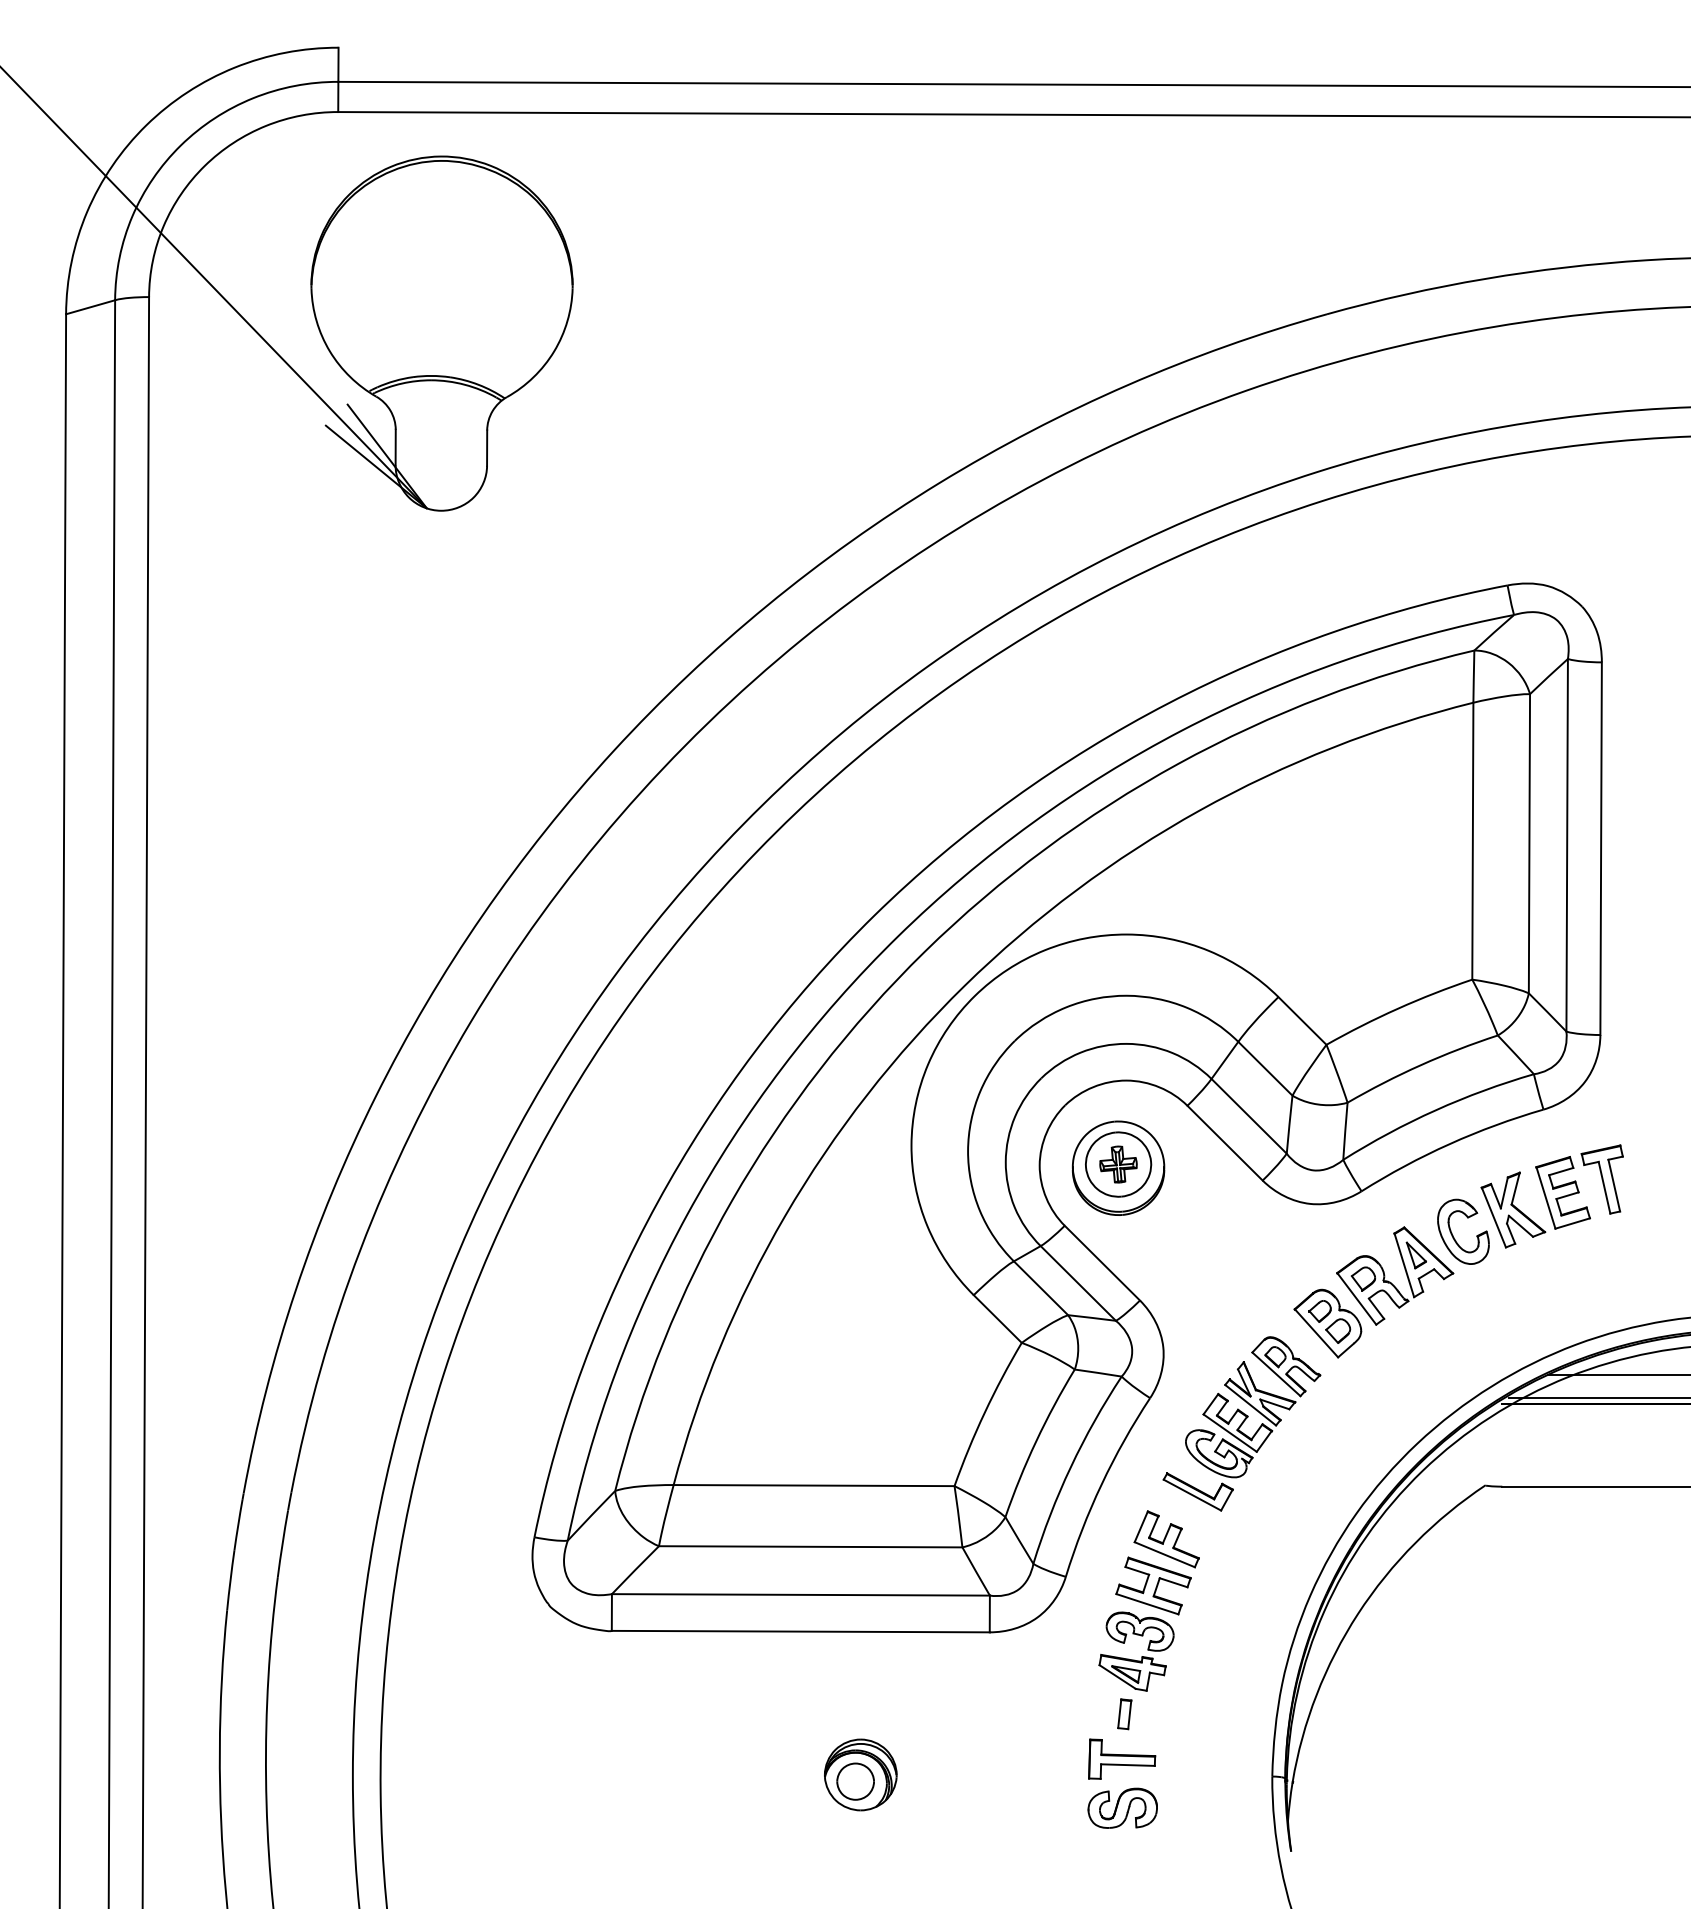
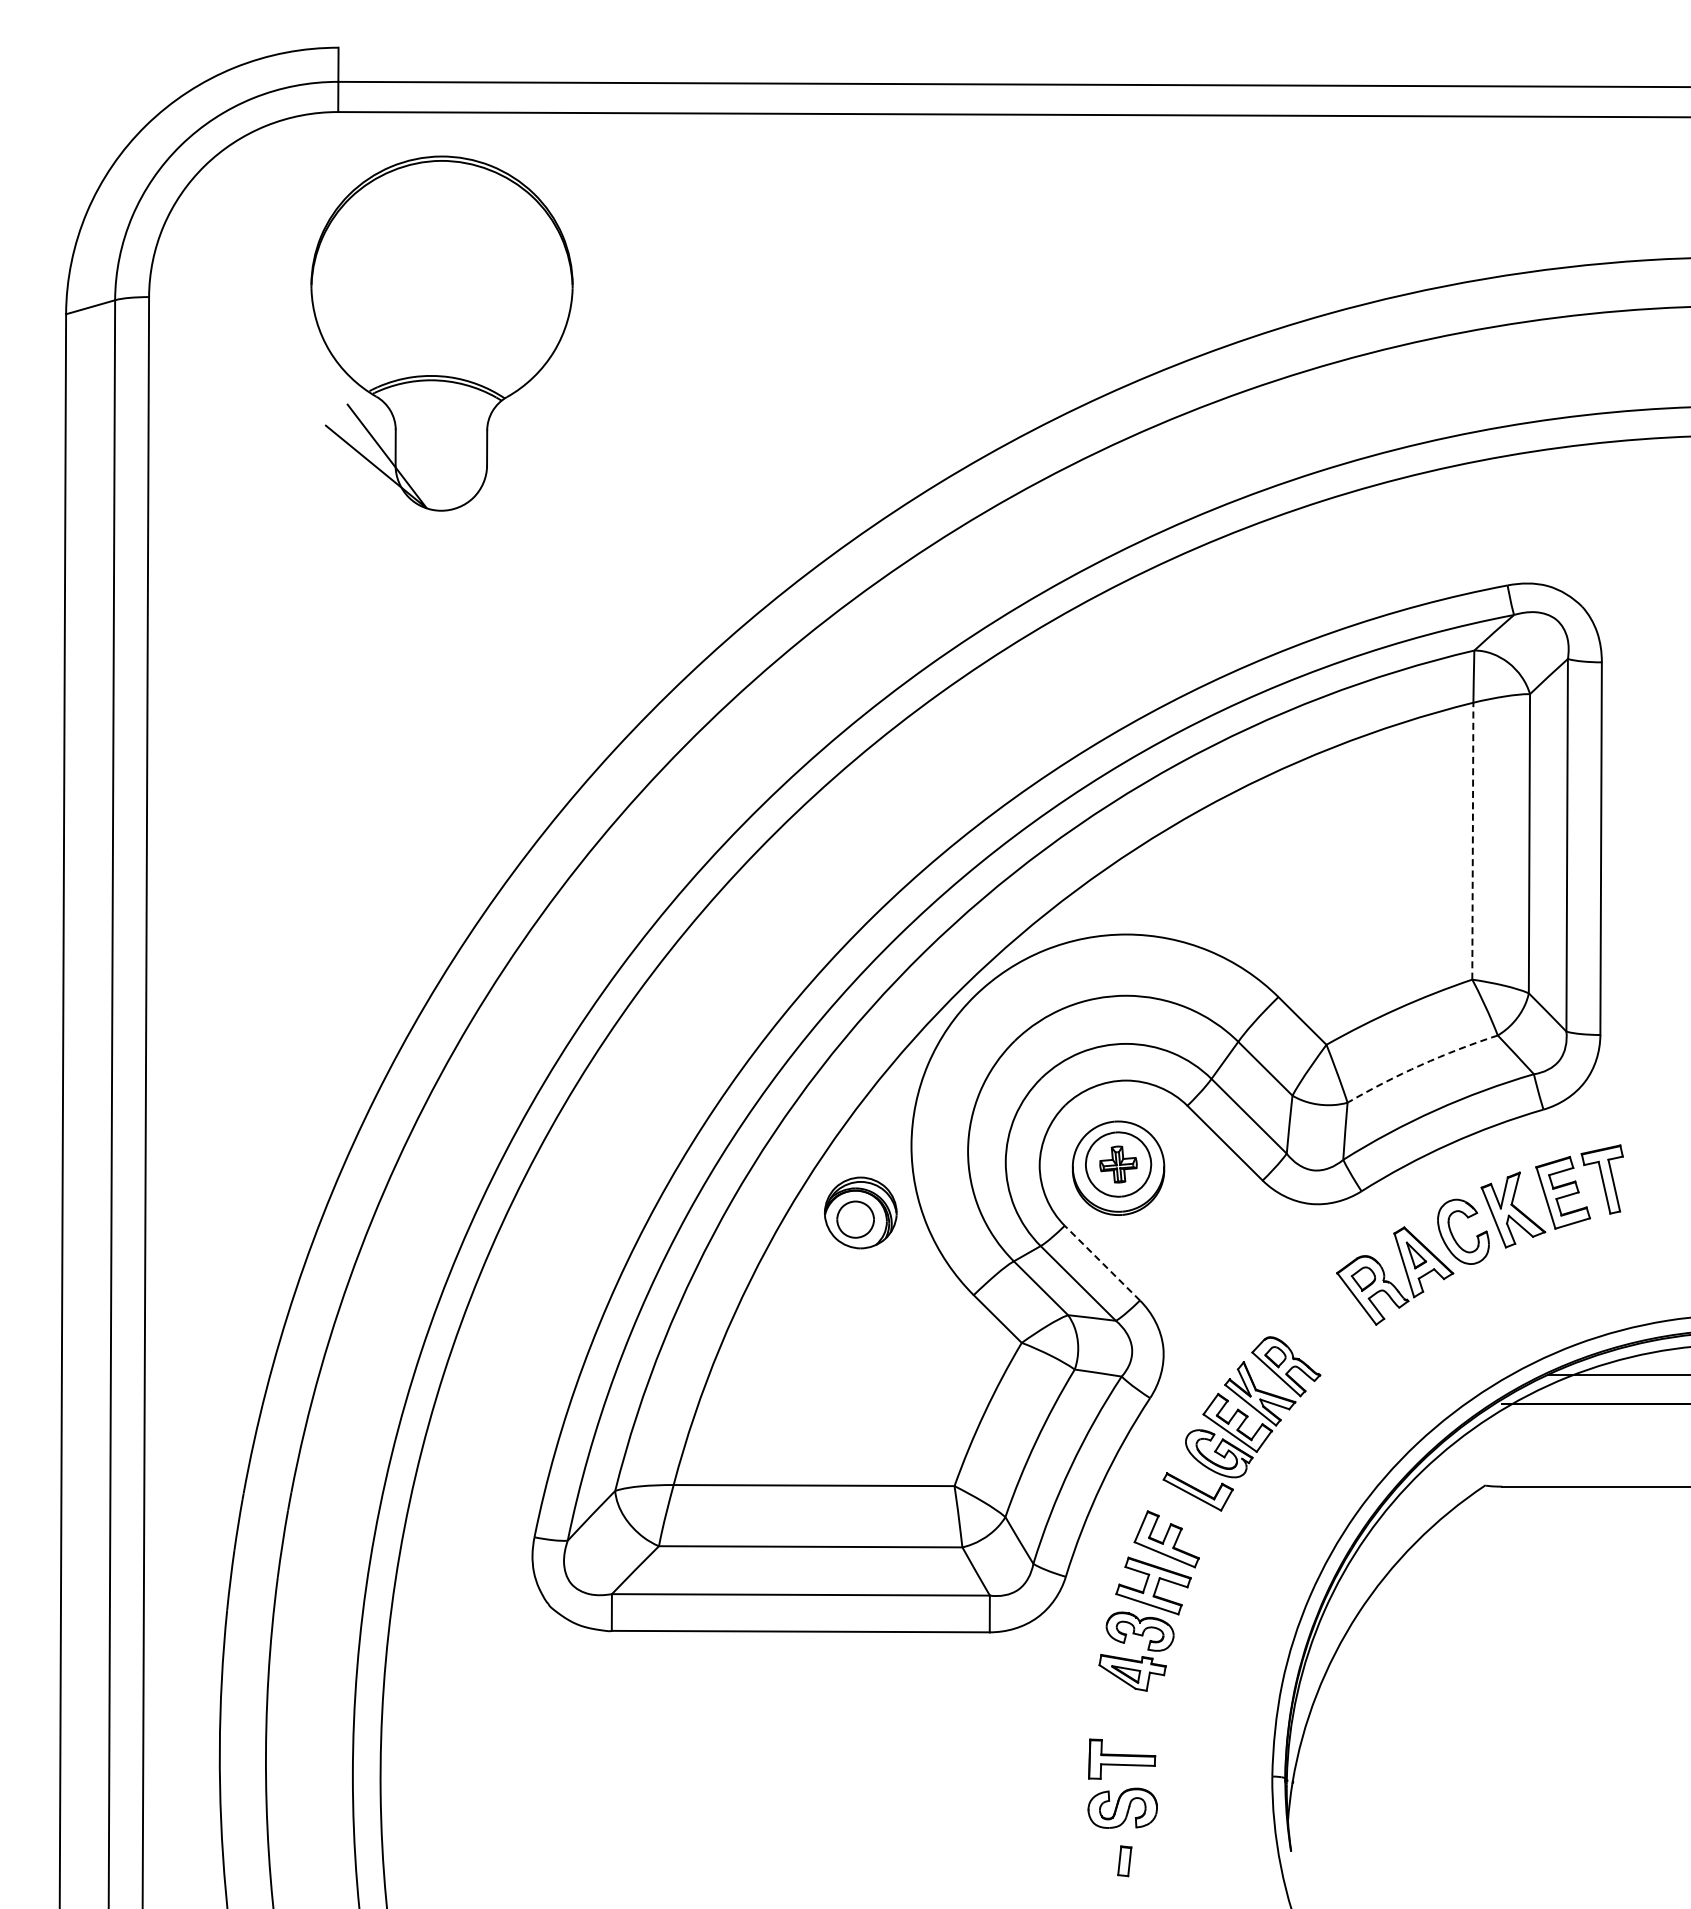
line at (214, 288): present -> none
line at (1472, 840): solid -> dashed
arc at (1420, 1065): solid -> dashed
line at (1102, 1262): solid -> dashed
part at (1327, 1323): present -> none
line at (1597, 1397): present -> none
part at (1124, 1714) position: (1124, 1714) -> (1124, 1861)
part at (860, 1774) position: (860, 1774) -> (860, 1212)
